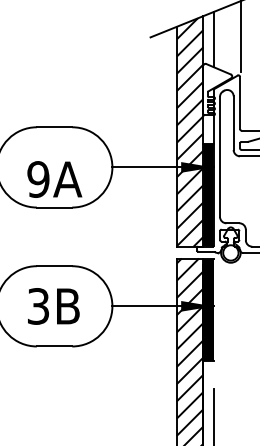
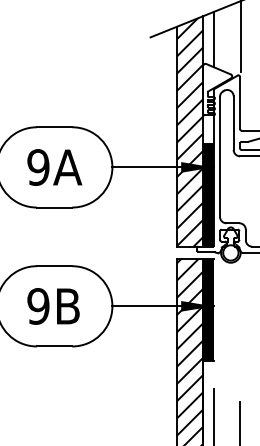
text at (54, 179) position: (54, 179) -> (54, 167)
text at (38, 306): 3B -> 9B
line at (239, 421): none -> present
